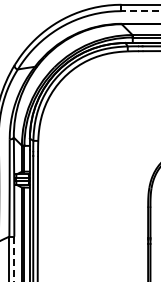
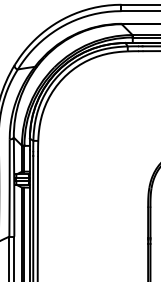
line at (140, 11): dashed -> solid
line at (14, 259): dashed -> solid
